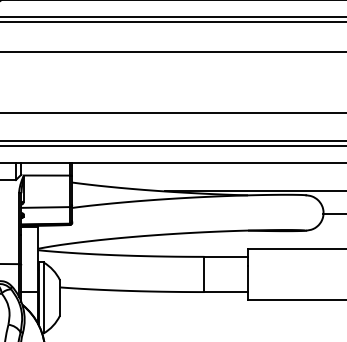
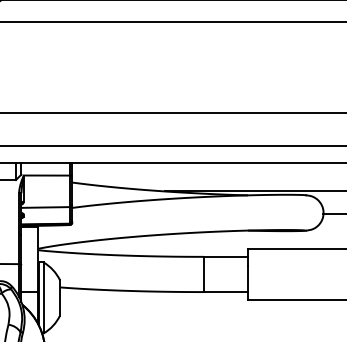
line at (172, 17): present -> none
line at (172, 51): present -> none
line at (172, 140): present -> none
